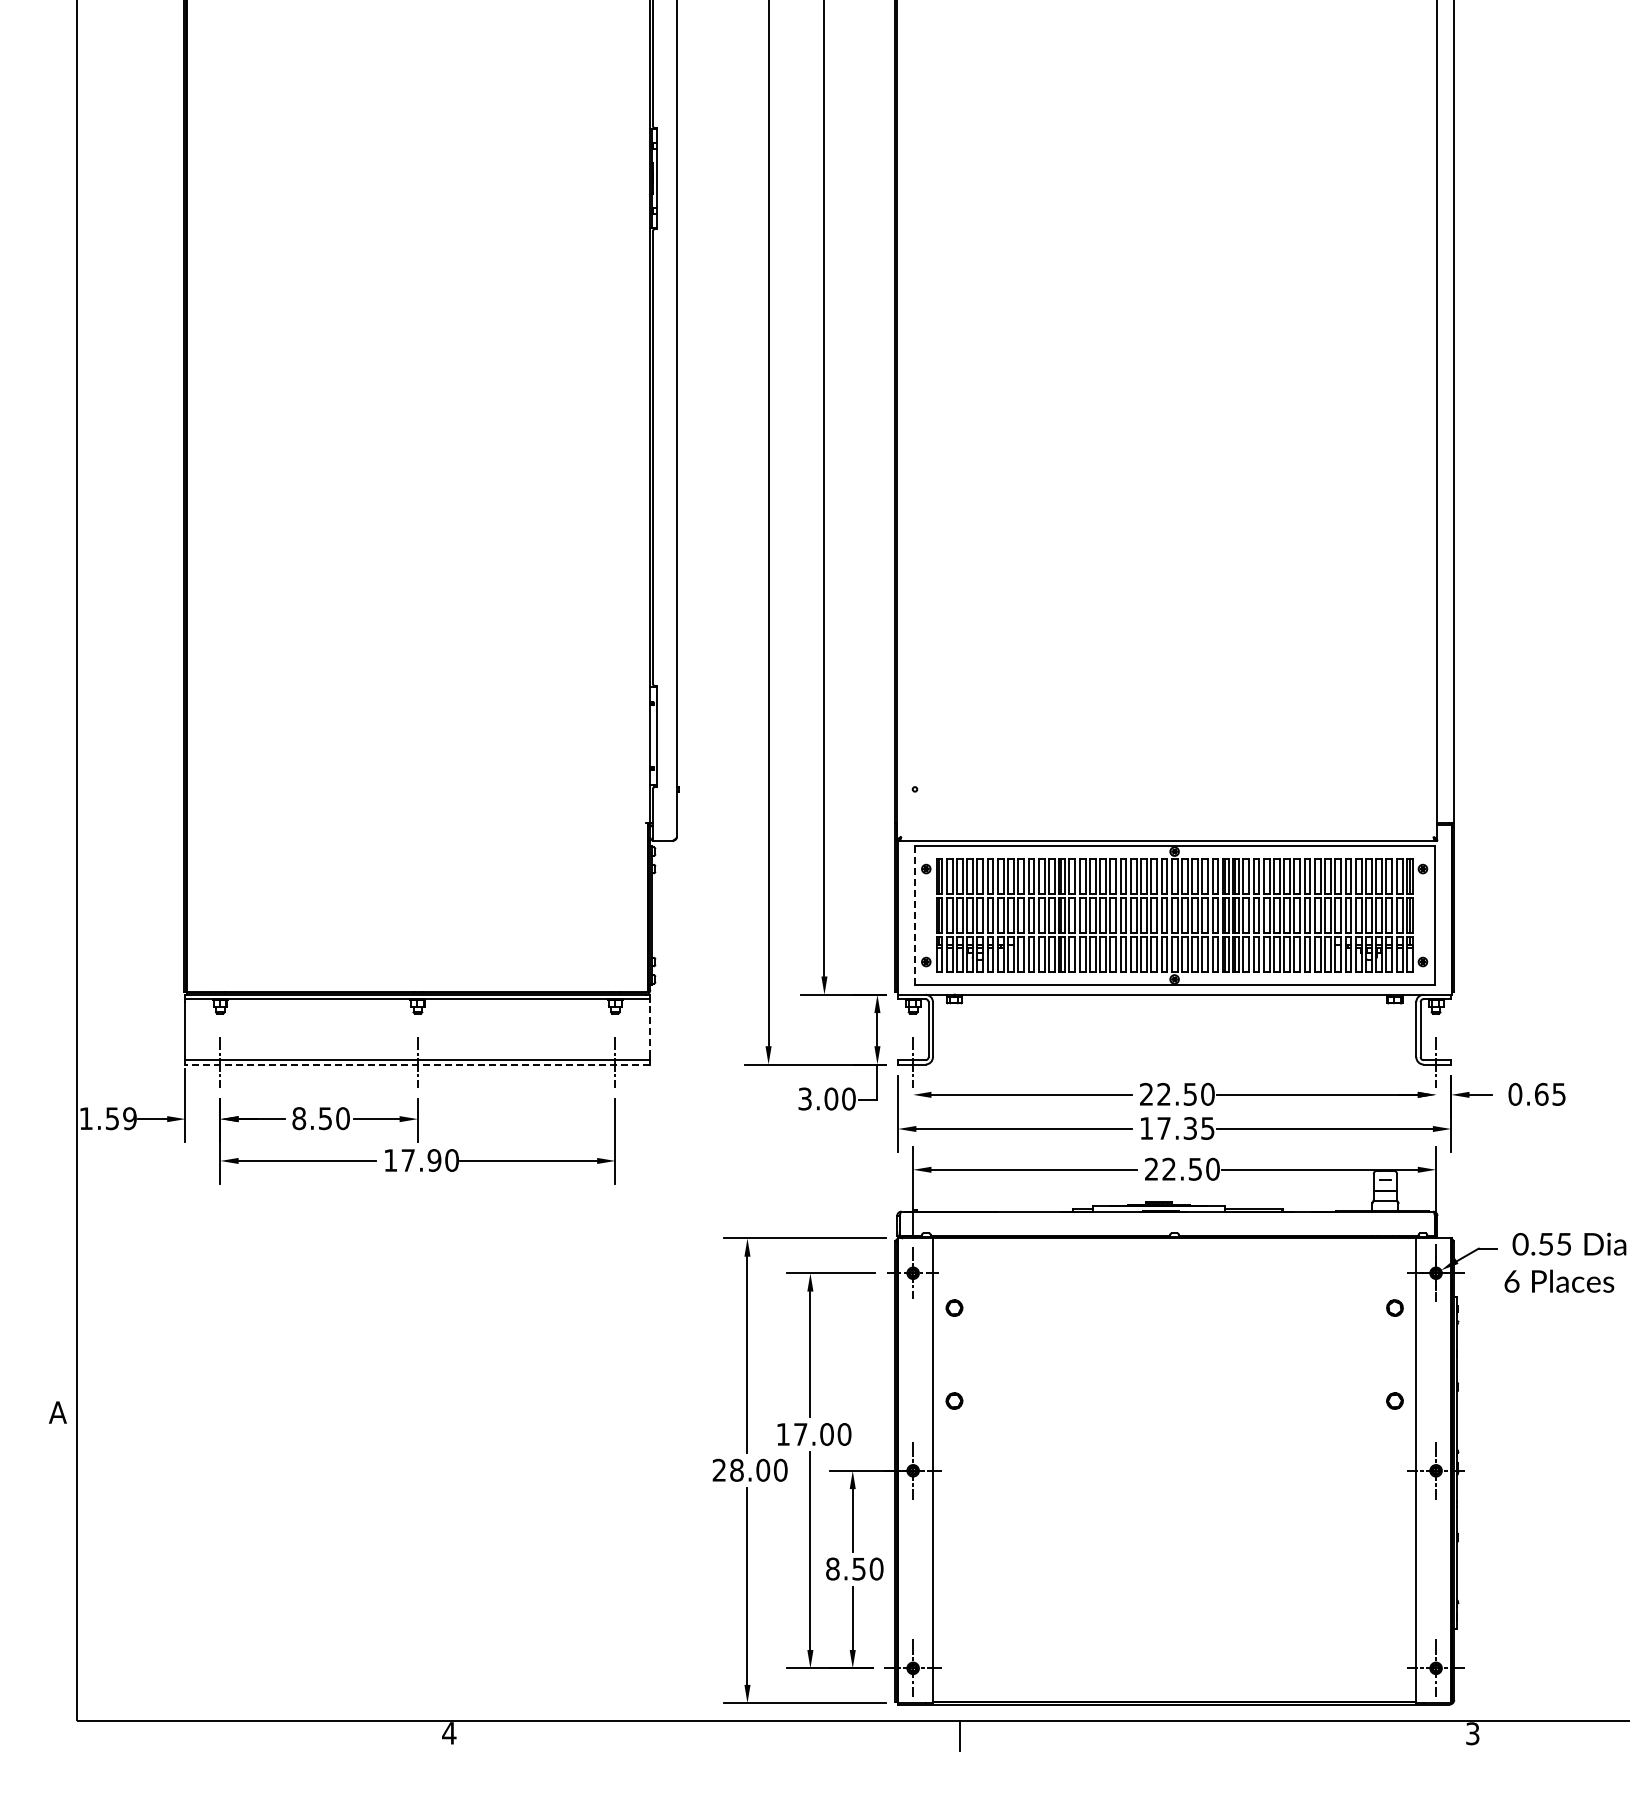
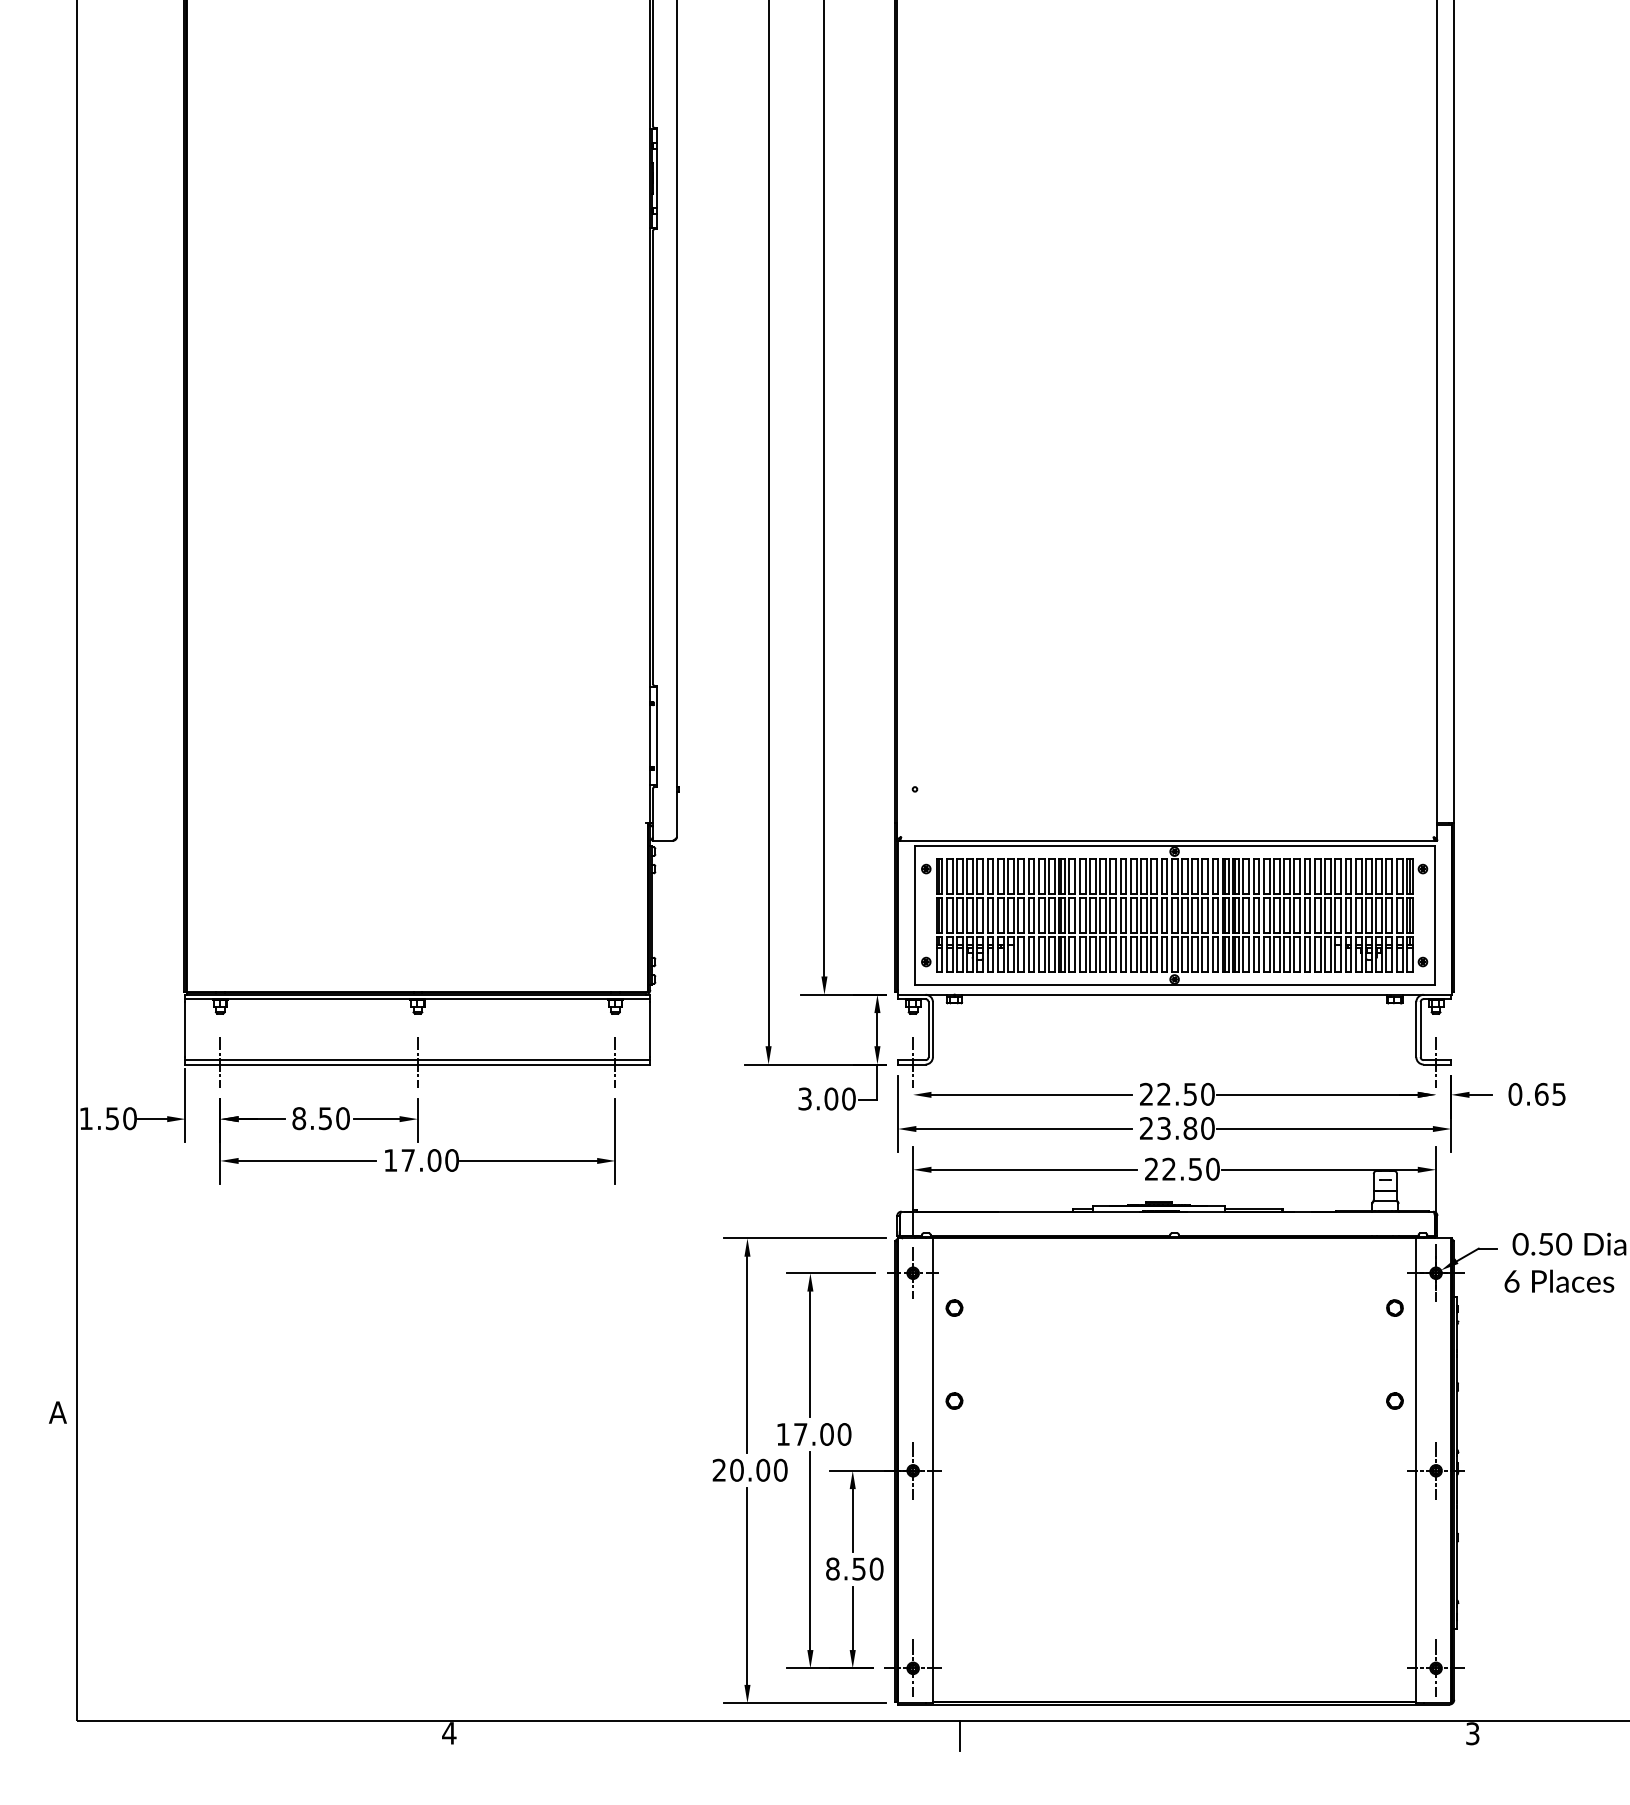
line at (914, 915): dashed -> solid
line at (650, 1029): dashed -> solid
line at (417, 1064): dashed -> solid
text at (129, 1118): 1.59 -> 1.50
text at (1177, 1128): 17.35 -> 23.80
text at (434, 1160): 17.90 -> 17.00
text at (1564, 1244): 0.55 -> 0.50
text at (736, 1470): 28.00 -> 20.00
